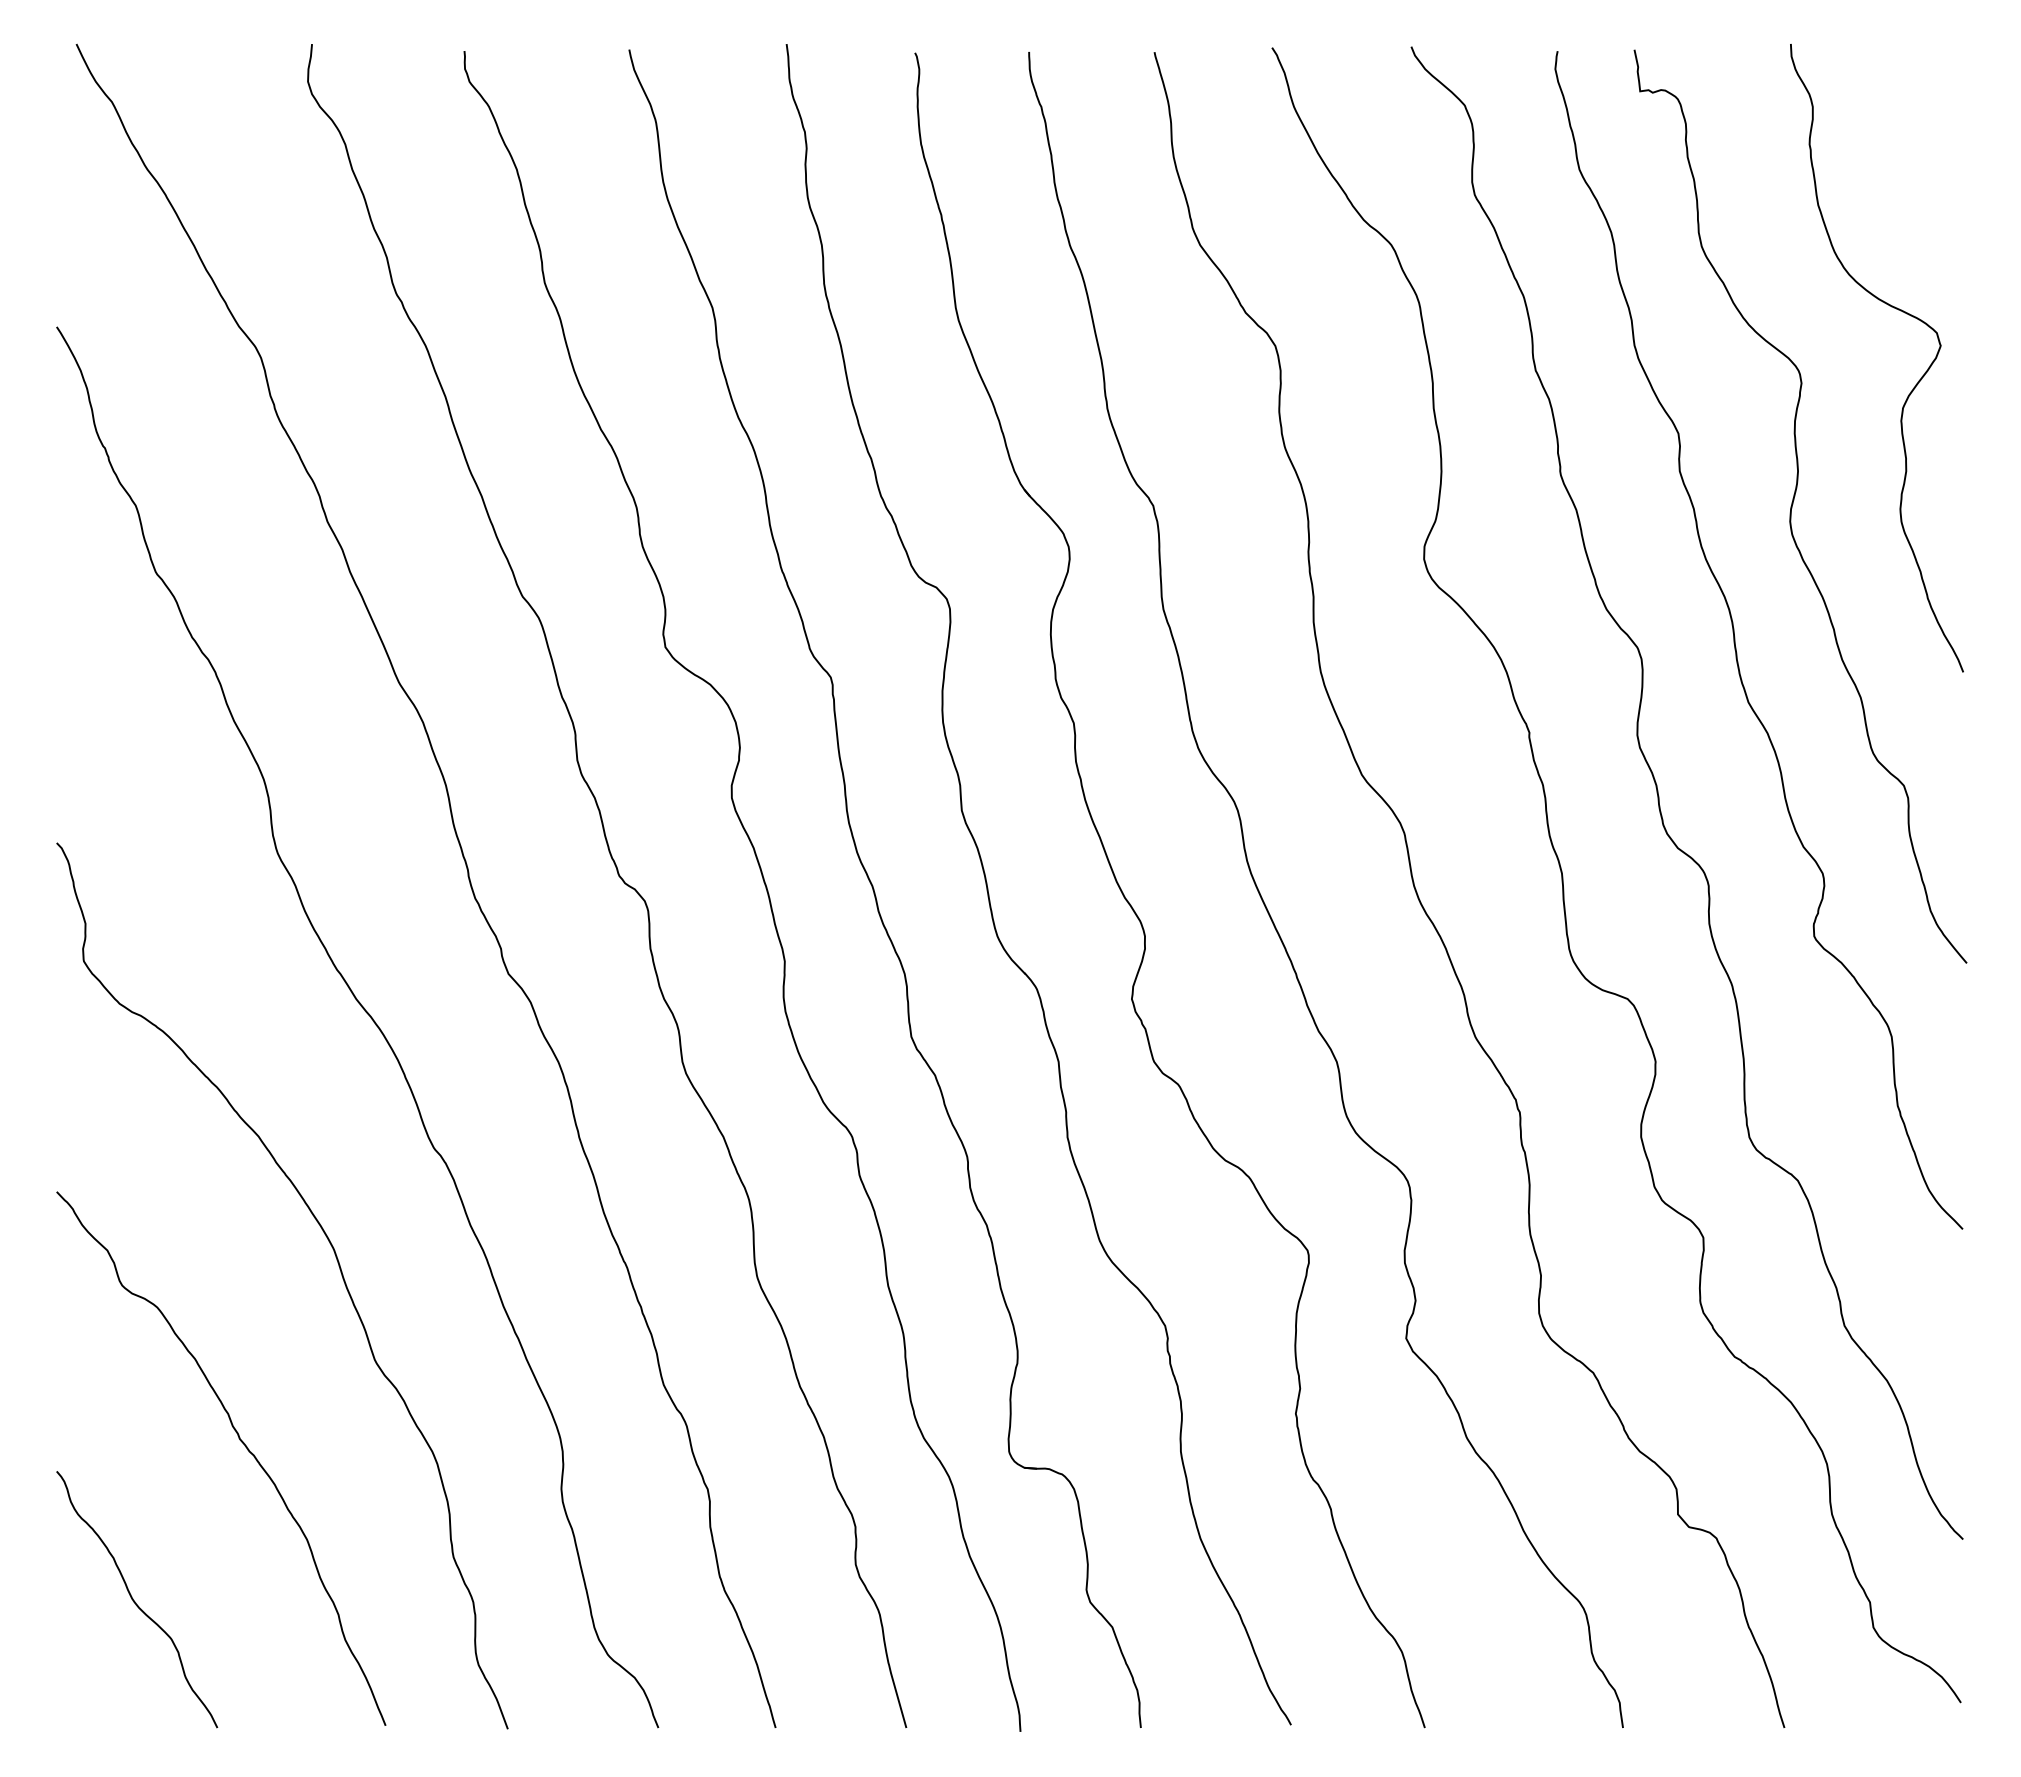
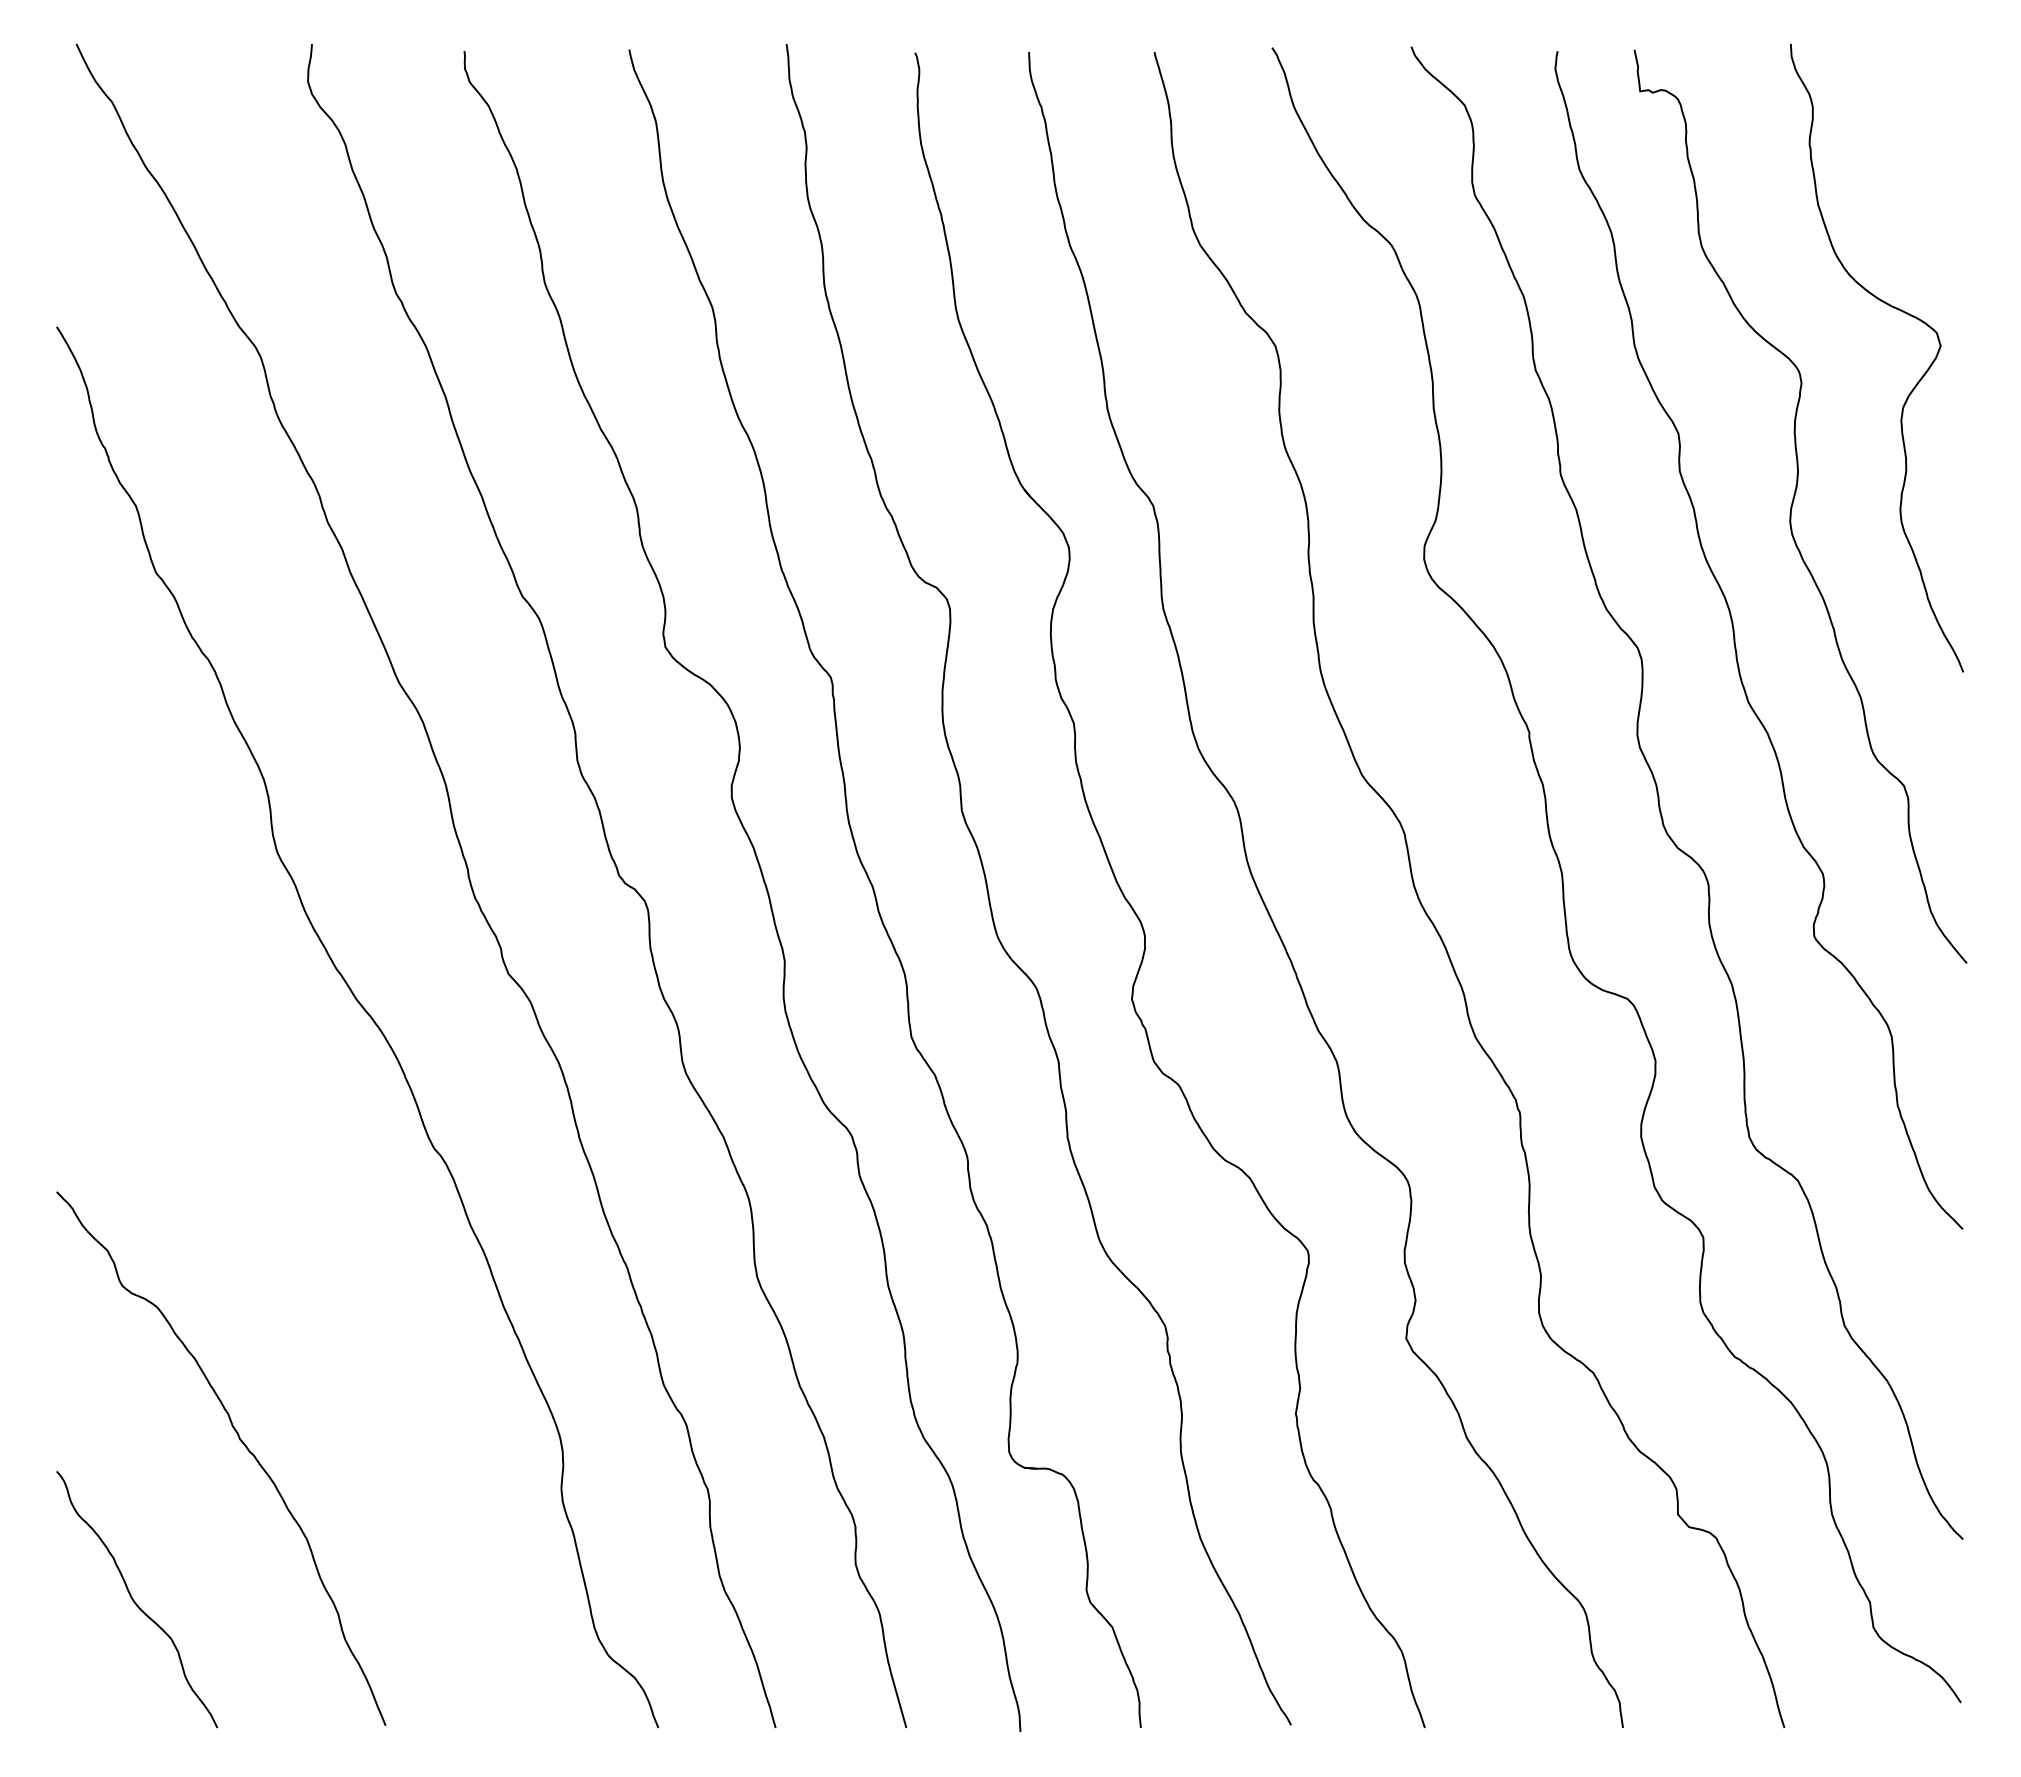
curve at (338, 1266): present -> none
